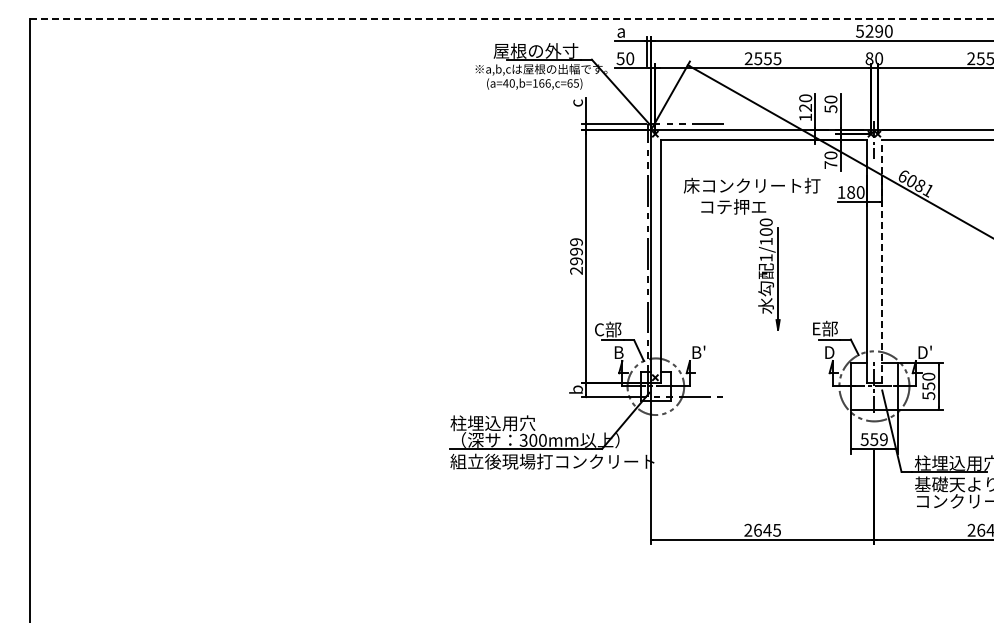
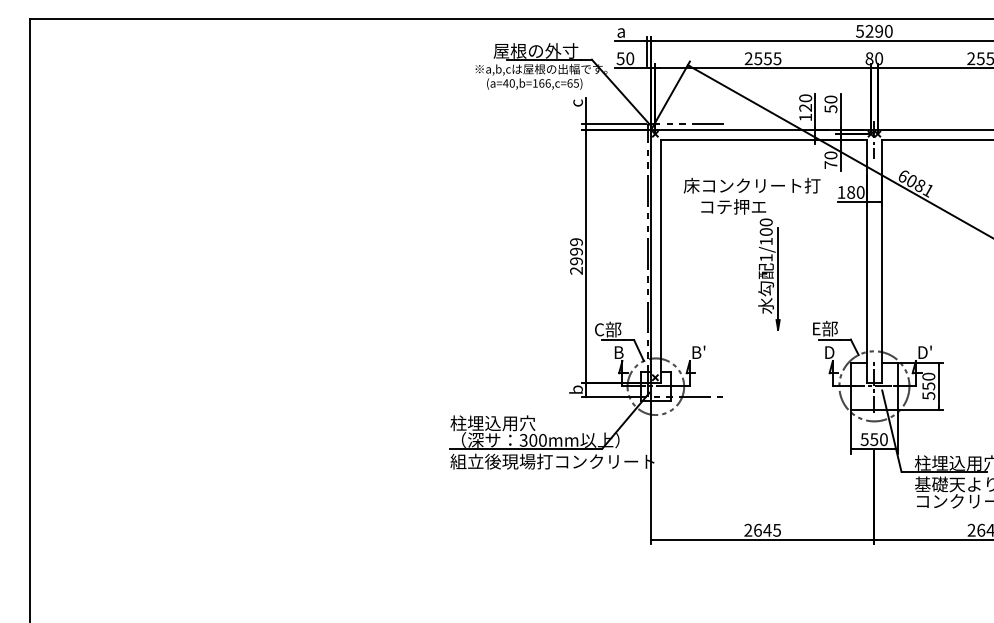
line at (511, 18): dashed -> solid
line at (882, 261): dashed -> solid
text at (883, 439): 559 -> 550
